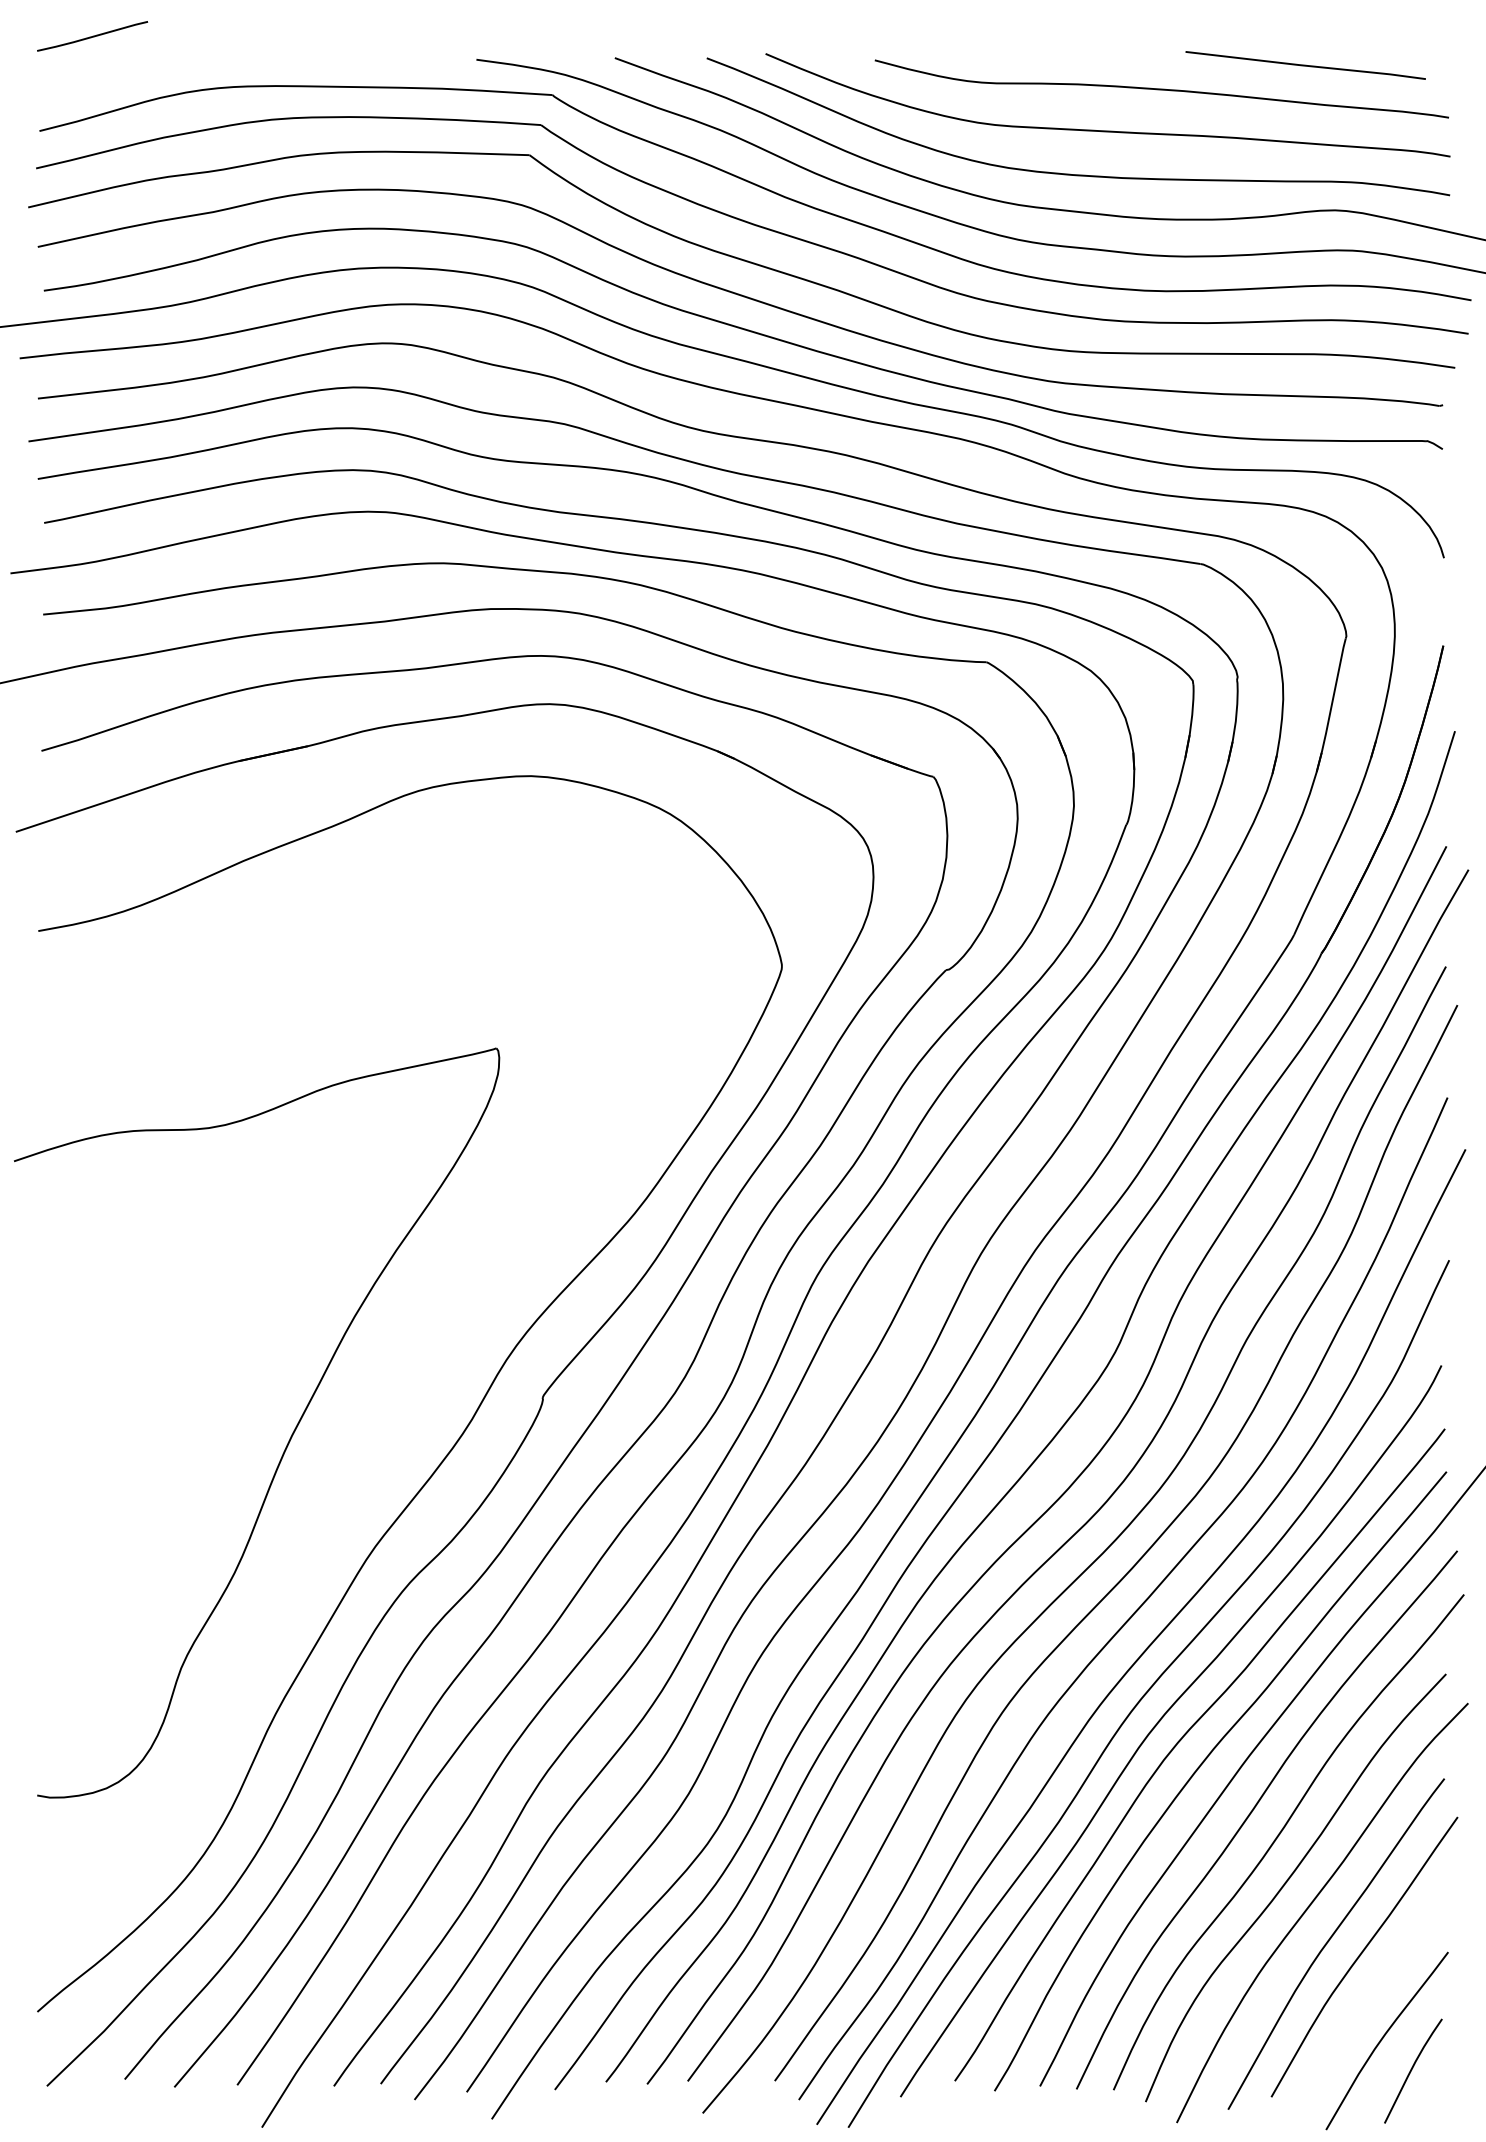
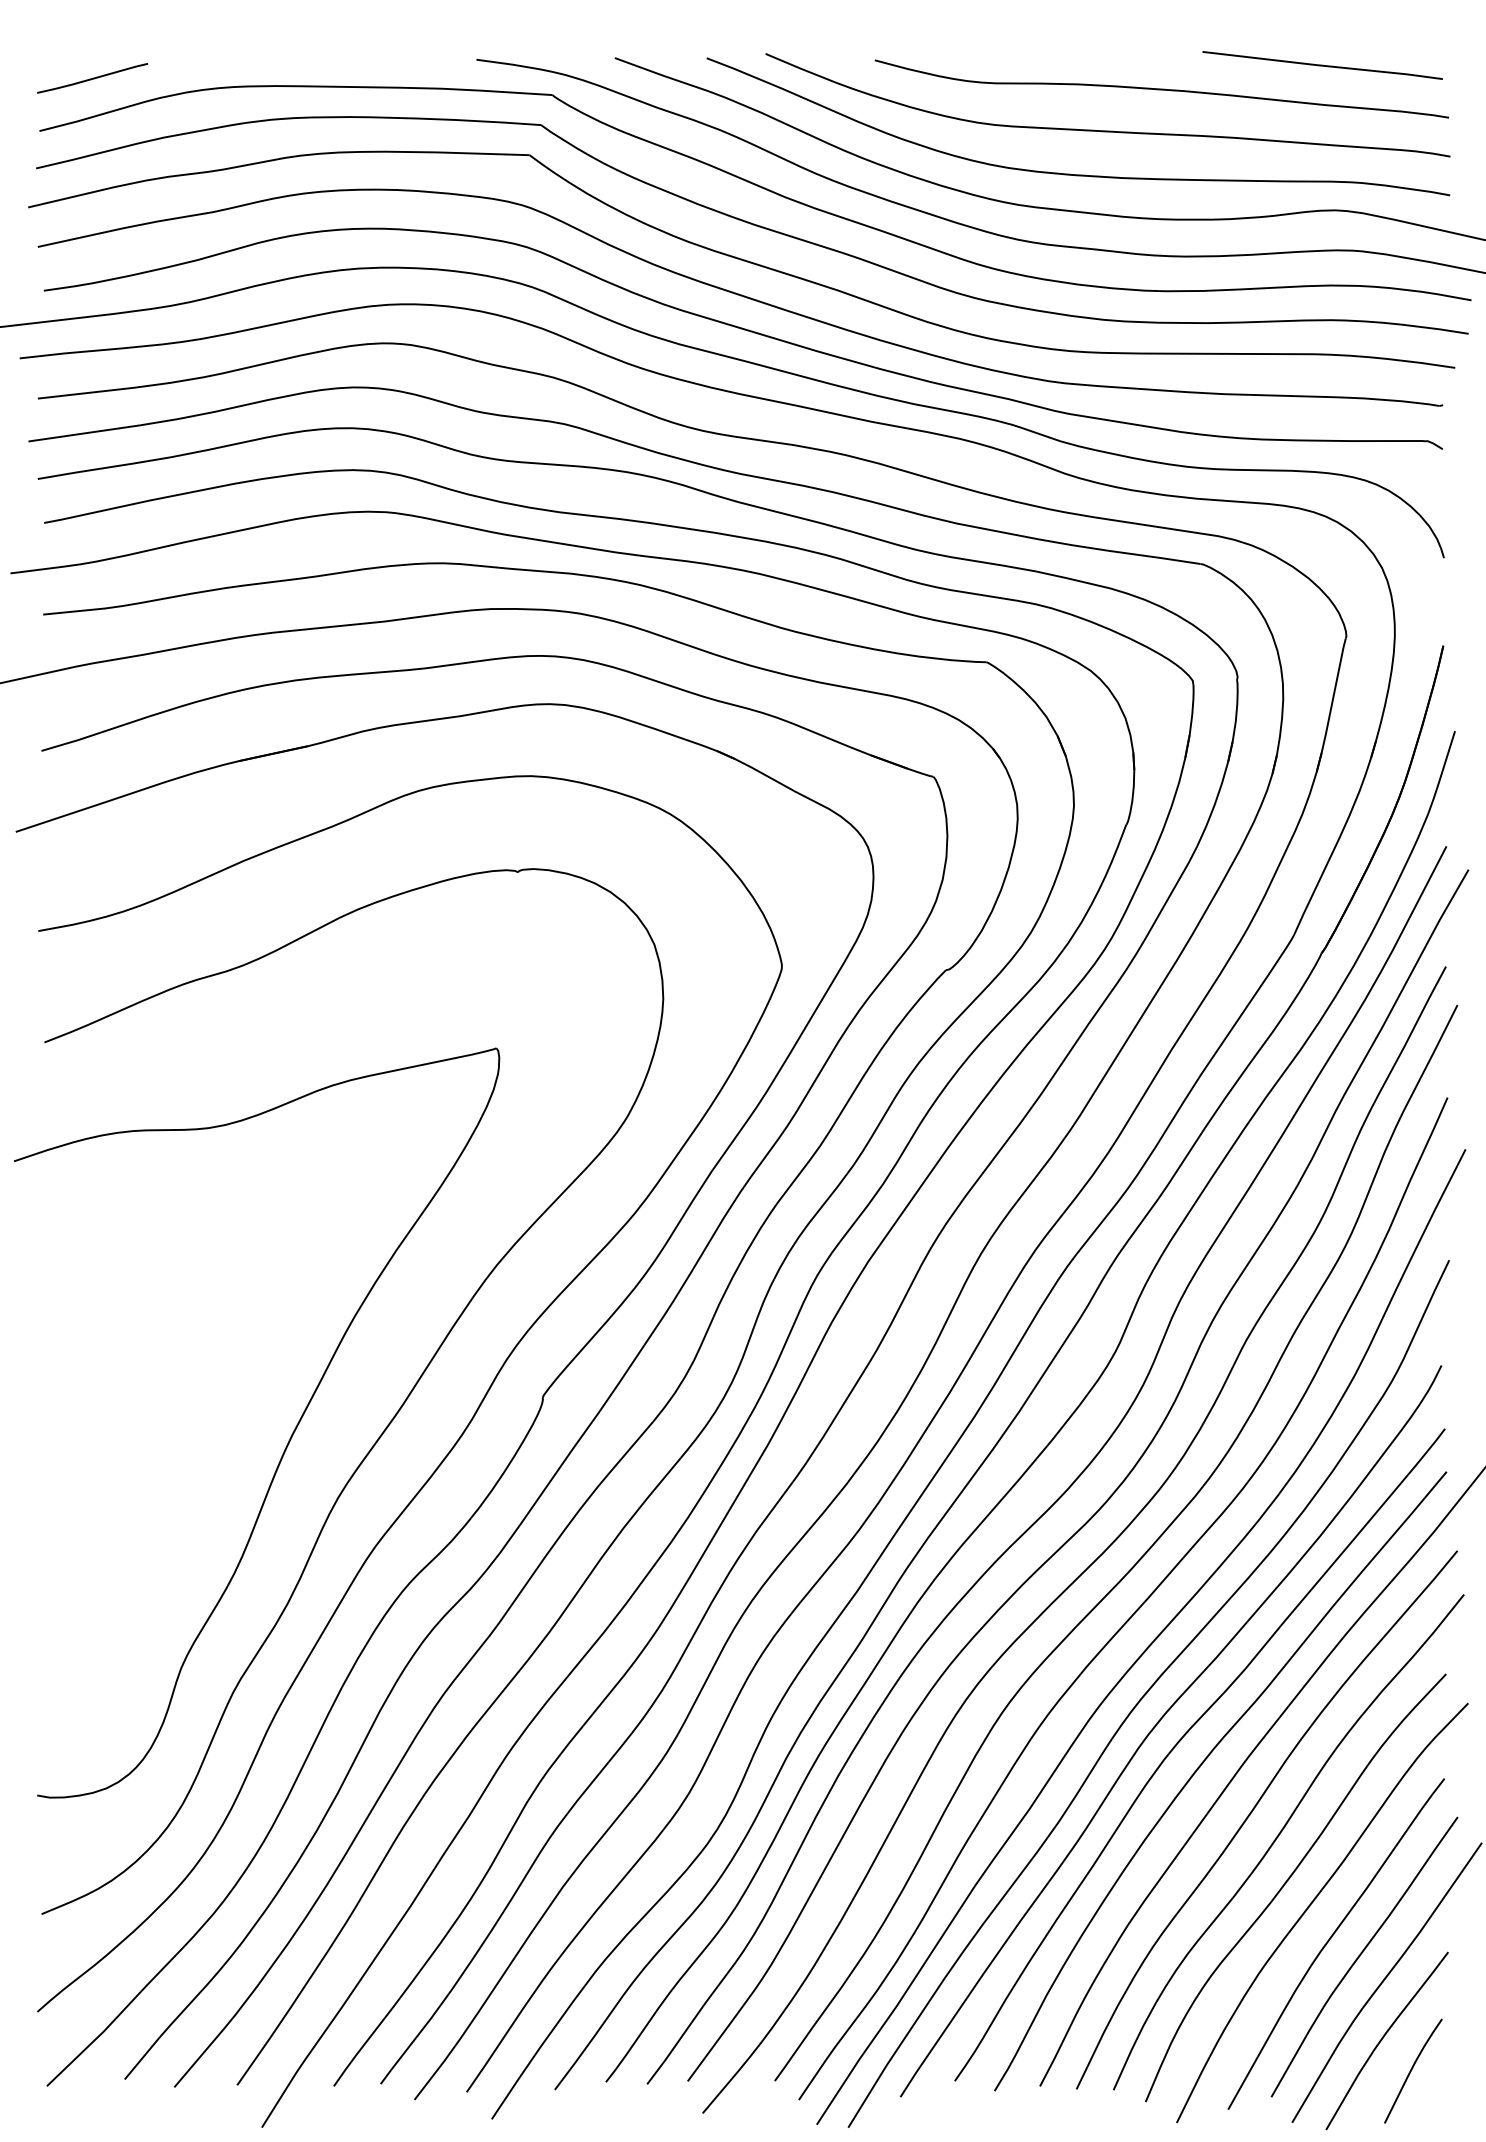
line at (92, 36) position: (92, 36) -> (92, 78)
line at (1305, 65) position: (1305, 65) -> (1322, 65)
part at (390, 1420): none -> present
curve at (1384, 1981): none -> present
